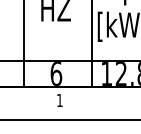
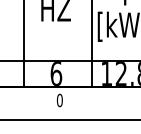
text at (59, 100): 1 -> 0
